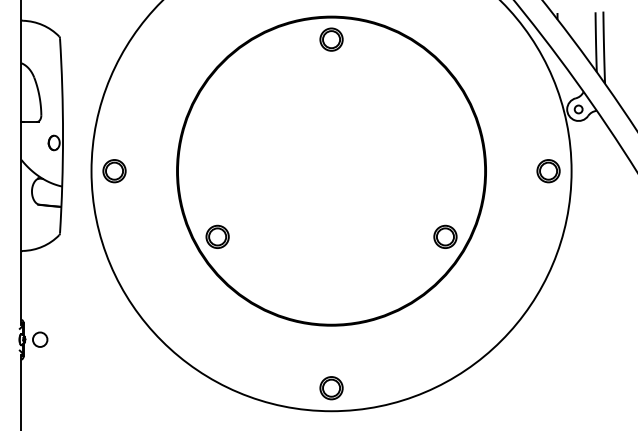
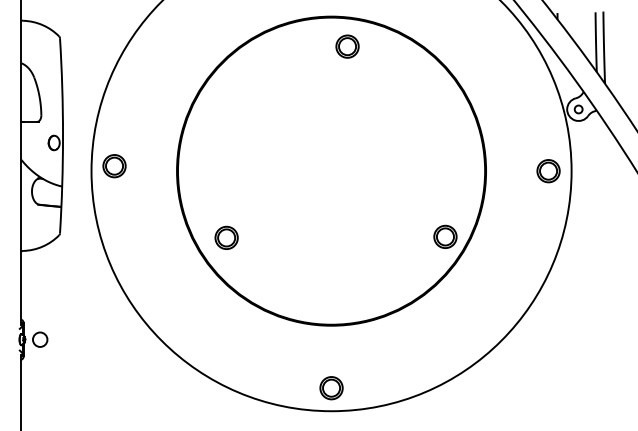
part at (331, 39) position: (331, 39) -> (347, 46)
part at (114, 171) position: (114, 171) -> (114, 166)
part at (217, 236) position: (217, 236) -> (226, 237)
